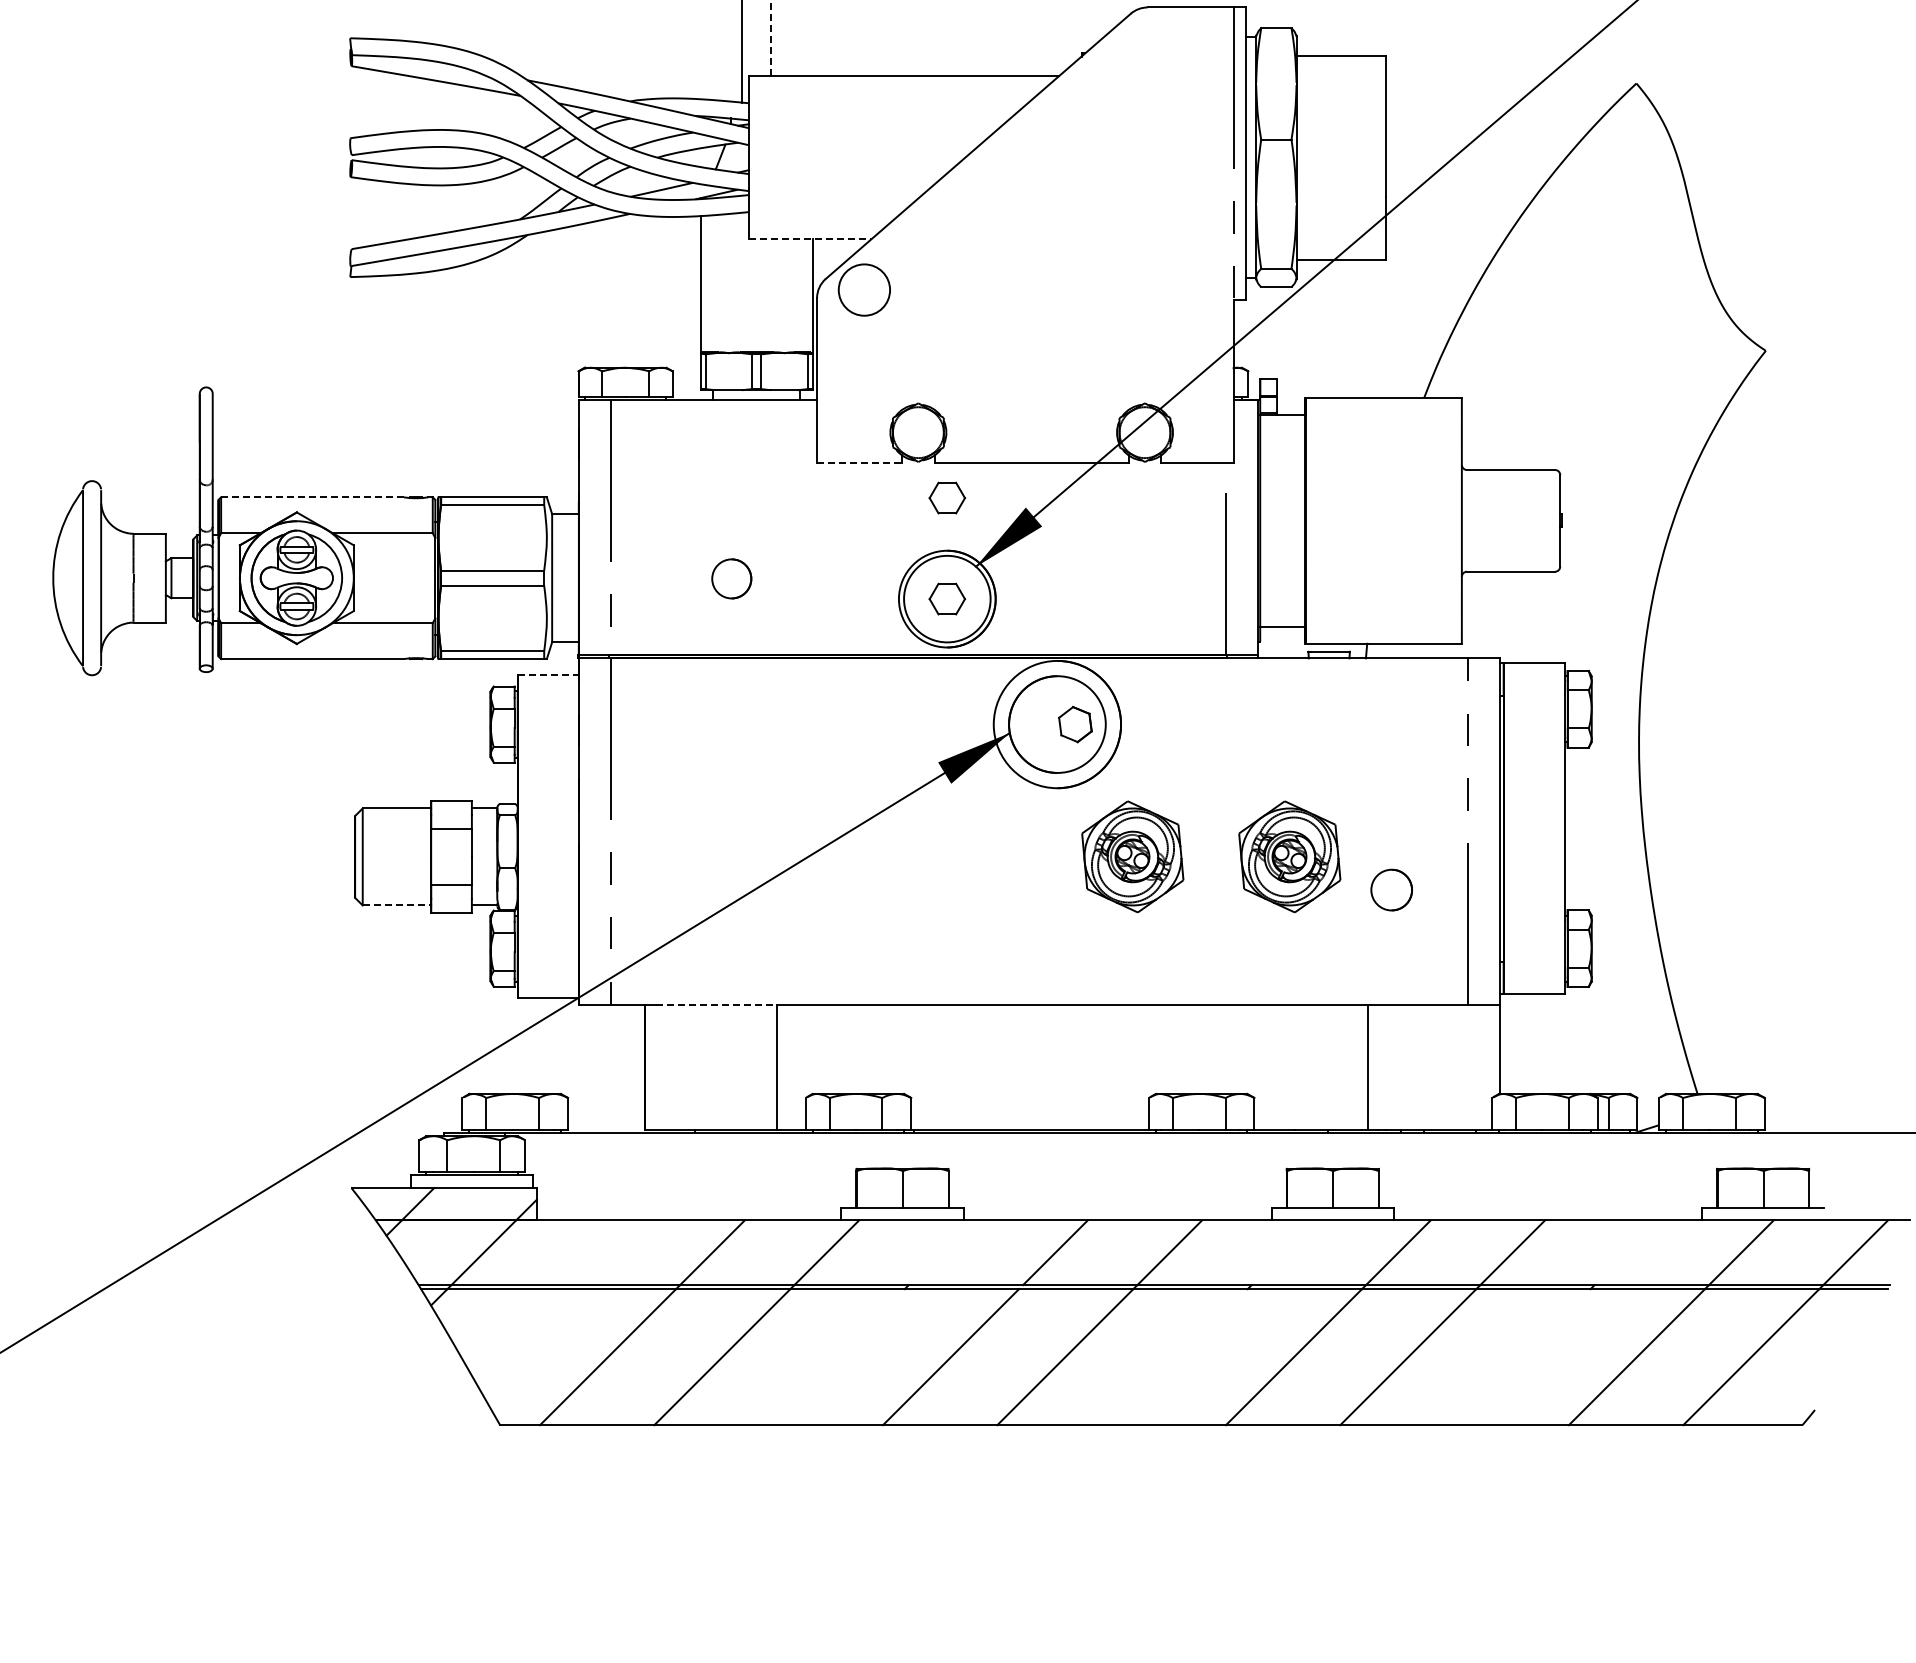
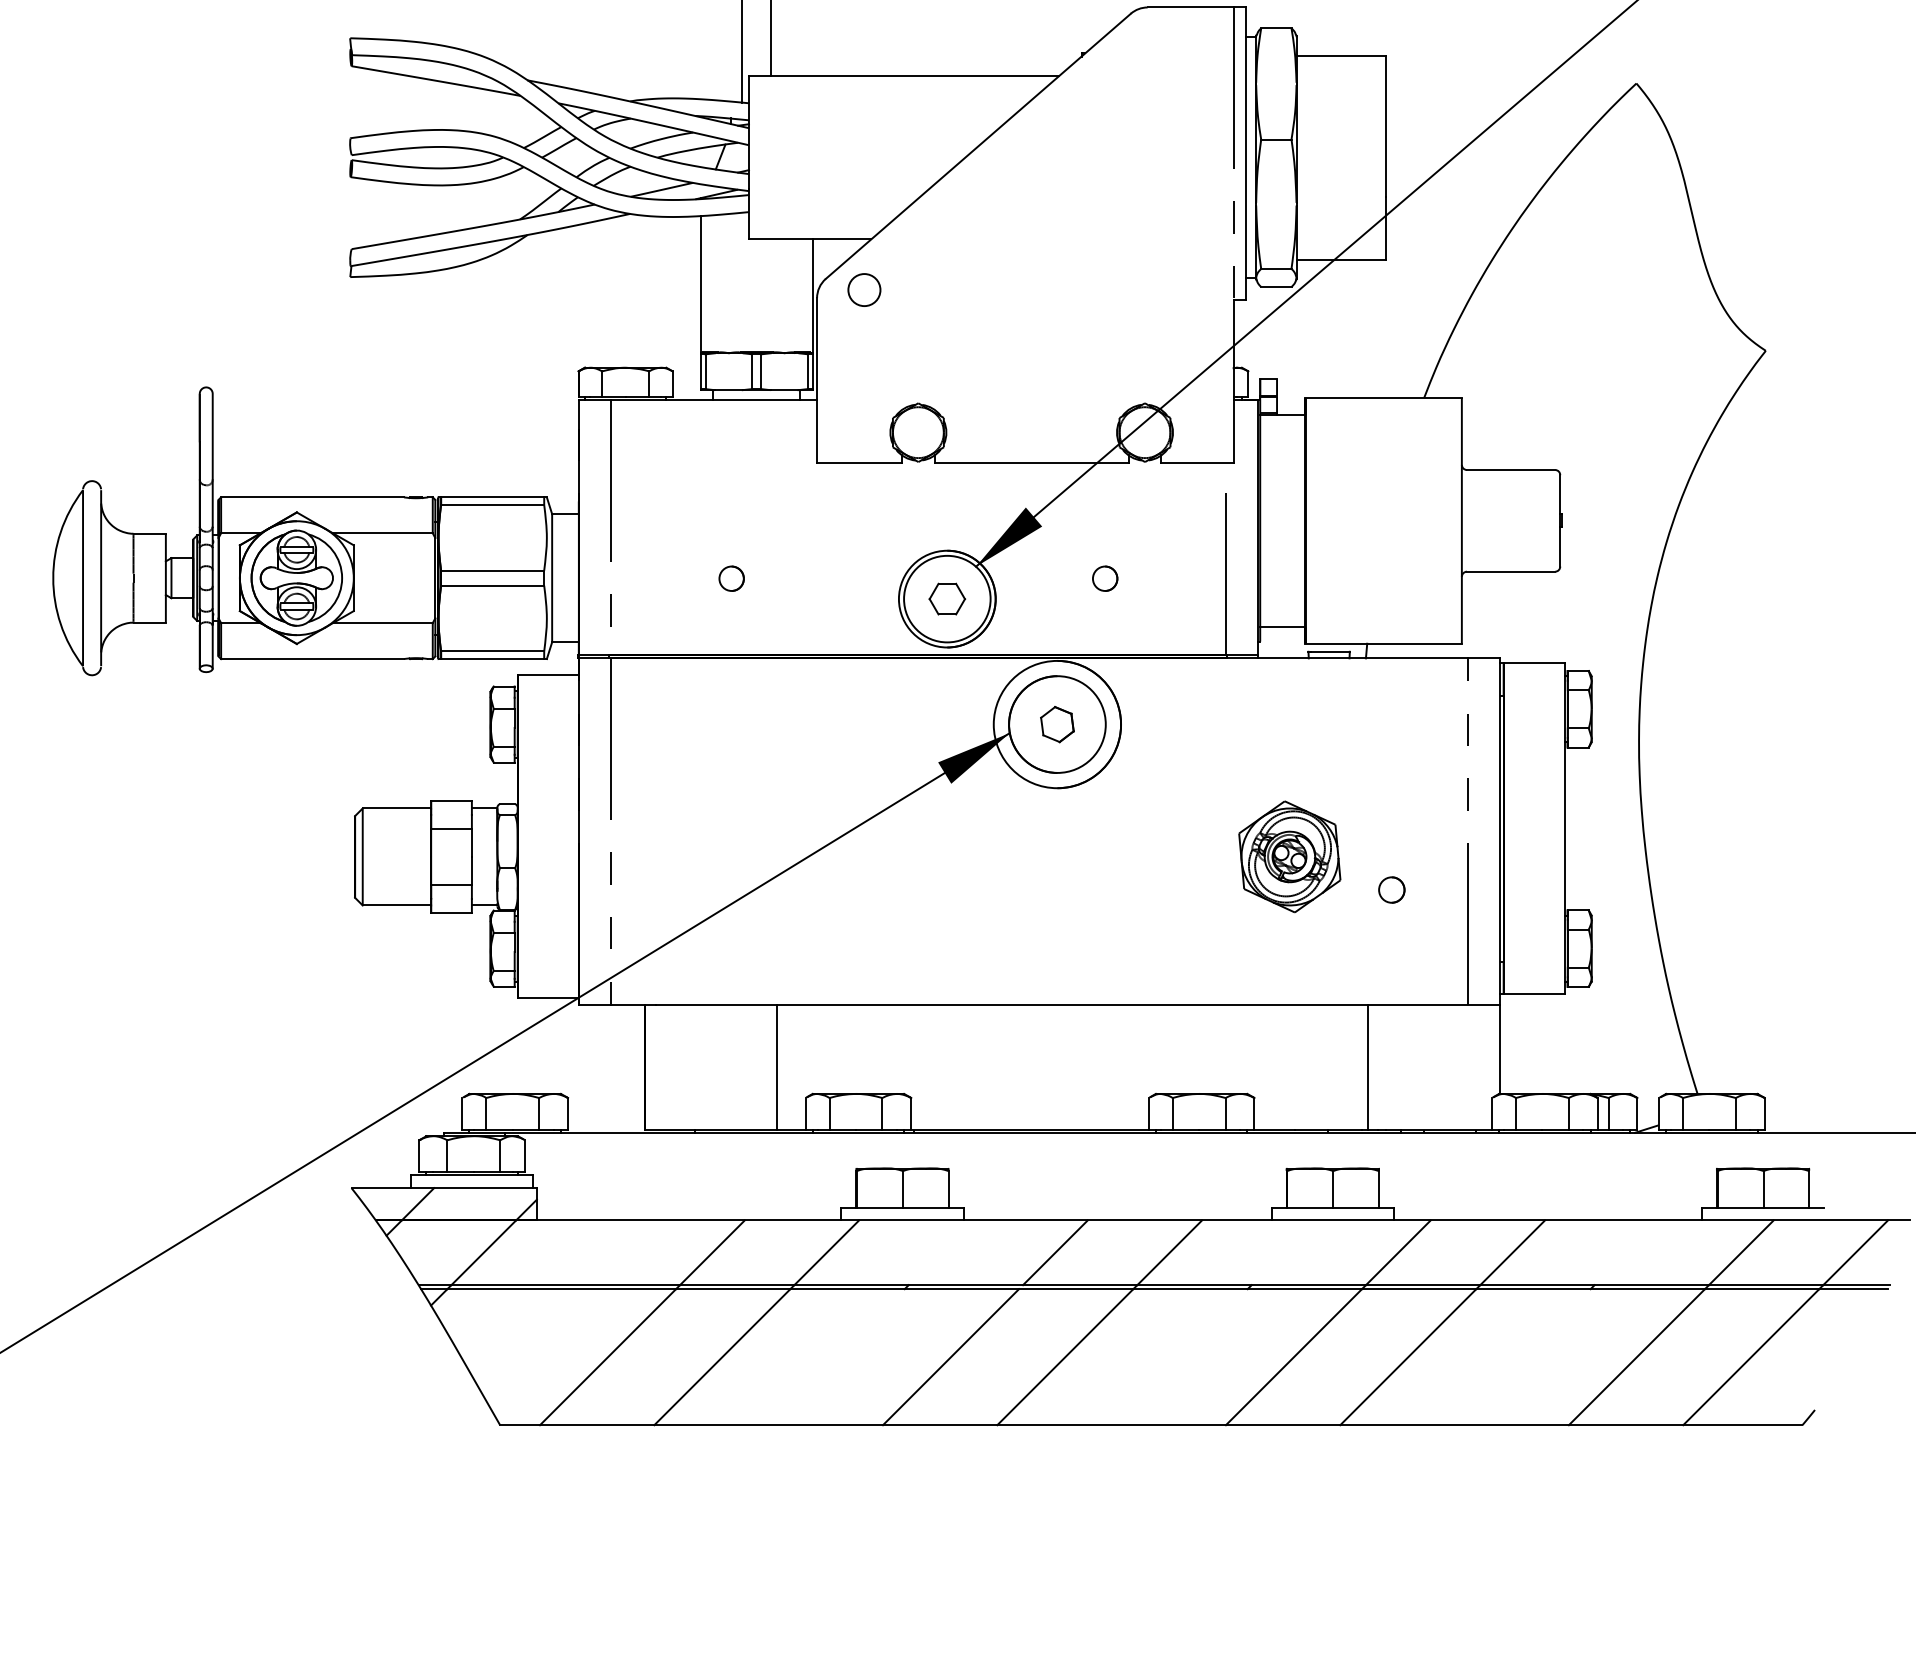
line at (771, 38): dashed -> solid
line at (810, 239): dashed -> solid
circle at (864, 289) diameter: 51 px -> 32 px
line at (859, 463): dashed -> solid
line at (312, 497): dashed -> solid
part at (947, 497): present -> none
circle at (731, 578) size: 42x42 px -> 27x27 px
circle at (1105, 578): none -> present
line at (548, 674): dashed -> solid
part at (1075, 724) position: (1075, 724) -> (1057, 724)
part at (1132, 856): present -> none
circle at (1391, 889) size: 43x44 px -> 28x28 px
line at (397, 905): dashed -> solid
line at (716, 1004): dashed -> solid
